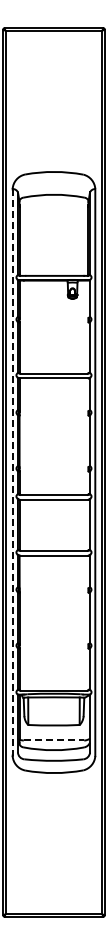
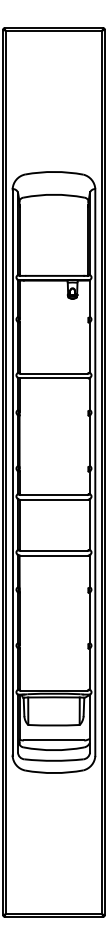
line at (12, 473): dashed -> solid
line at (54, 740): dashed -> solid
